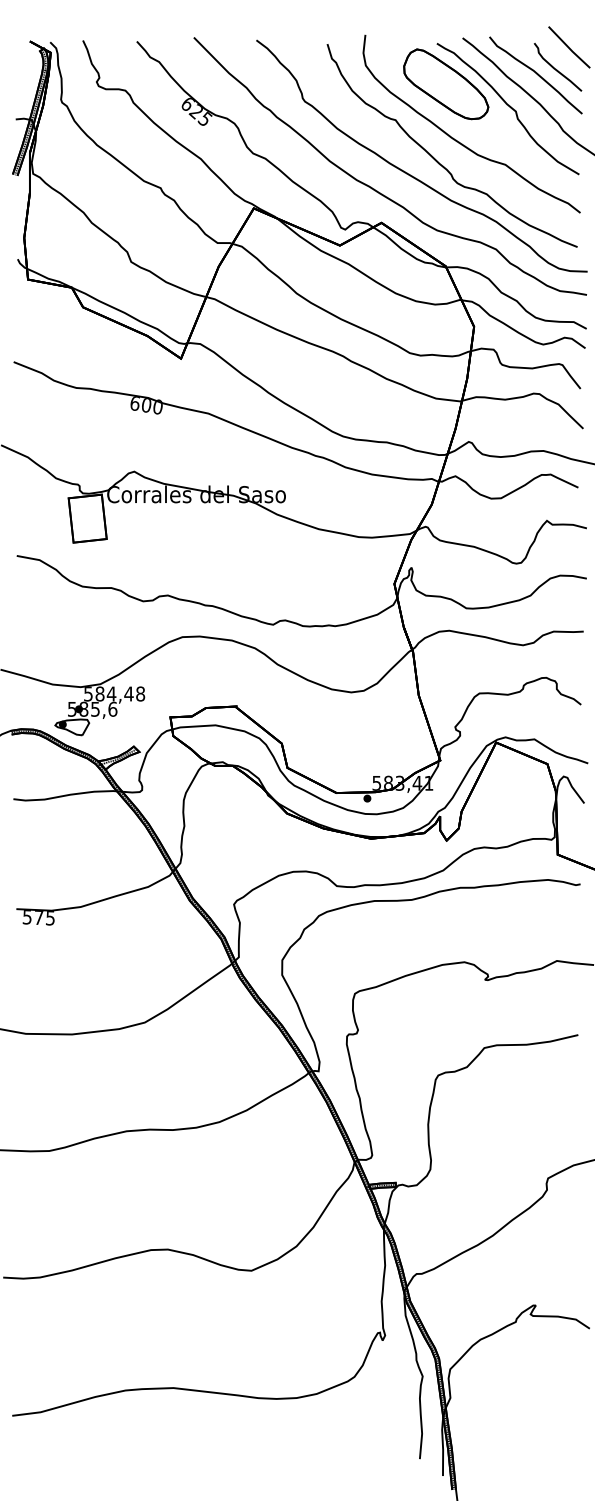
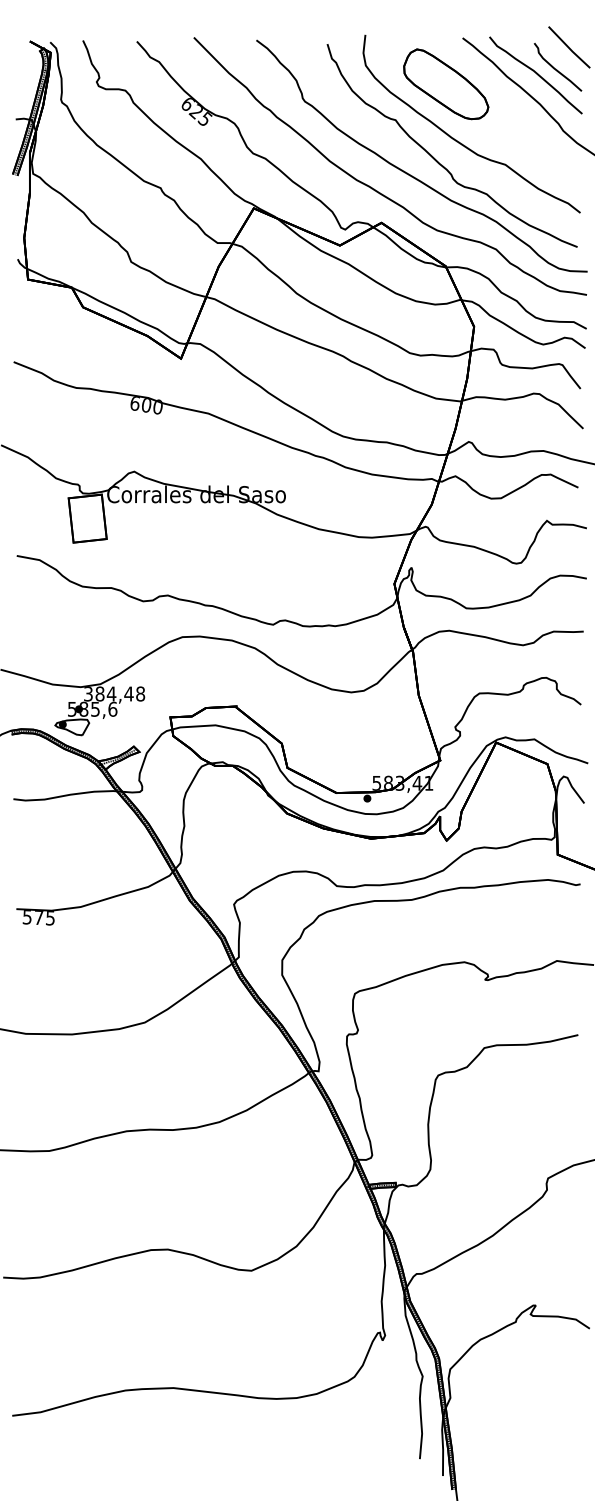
part at (507, 109): present -> none
text at (88, 693): 584,48 -> 384,48
